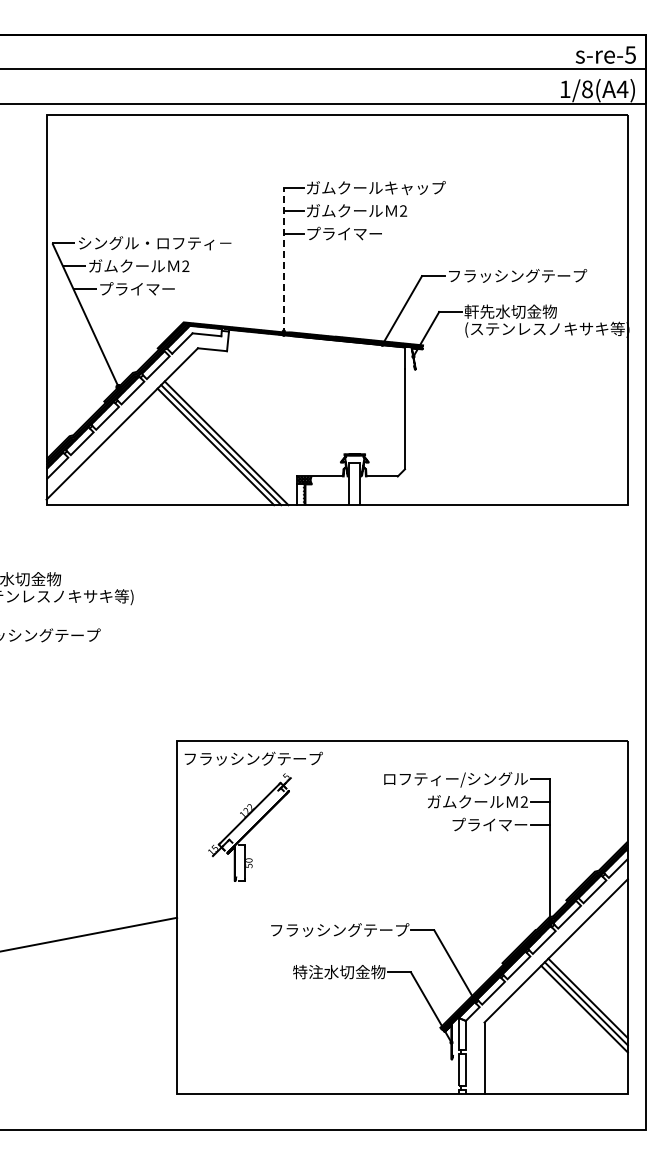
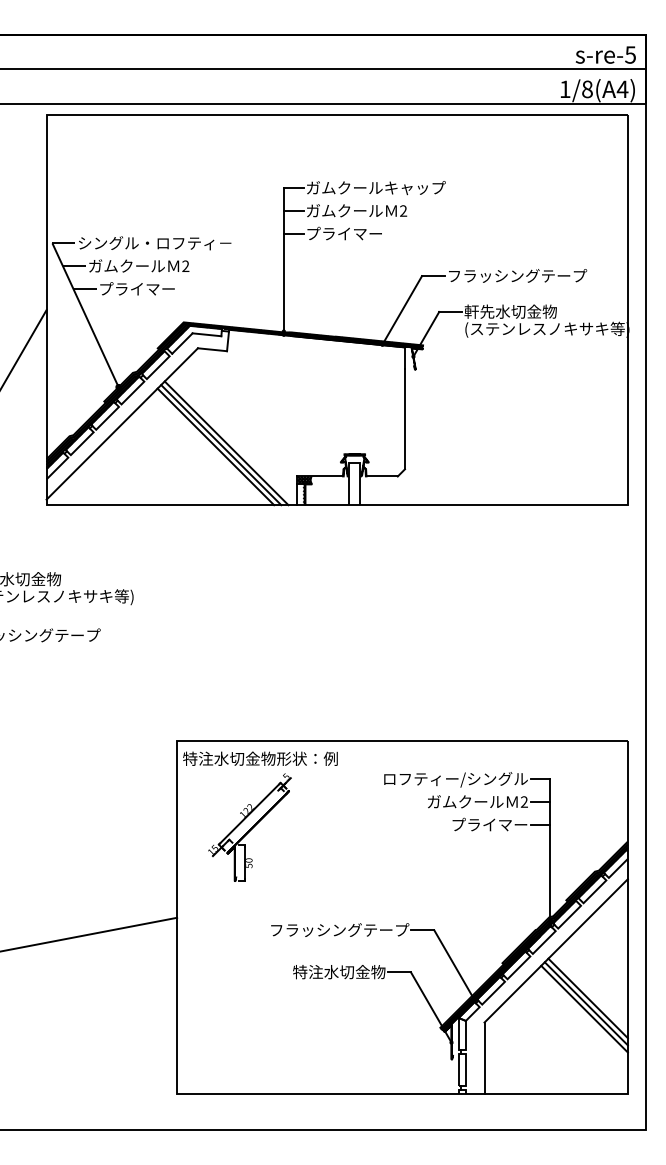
line at (283, 260): dashed -> solid
line at (24, 348): none -> present
text at (260, 758): フラッシングテープ -> 特注水切金物形状：例
